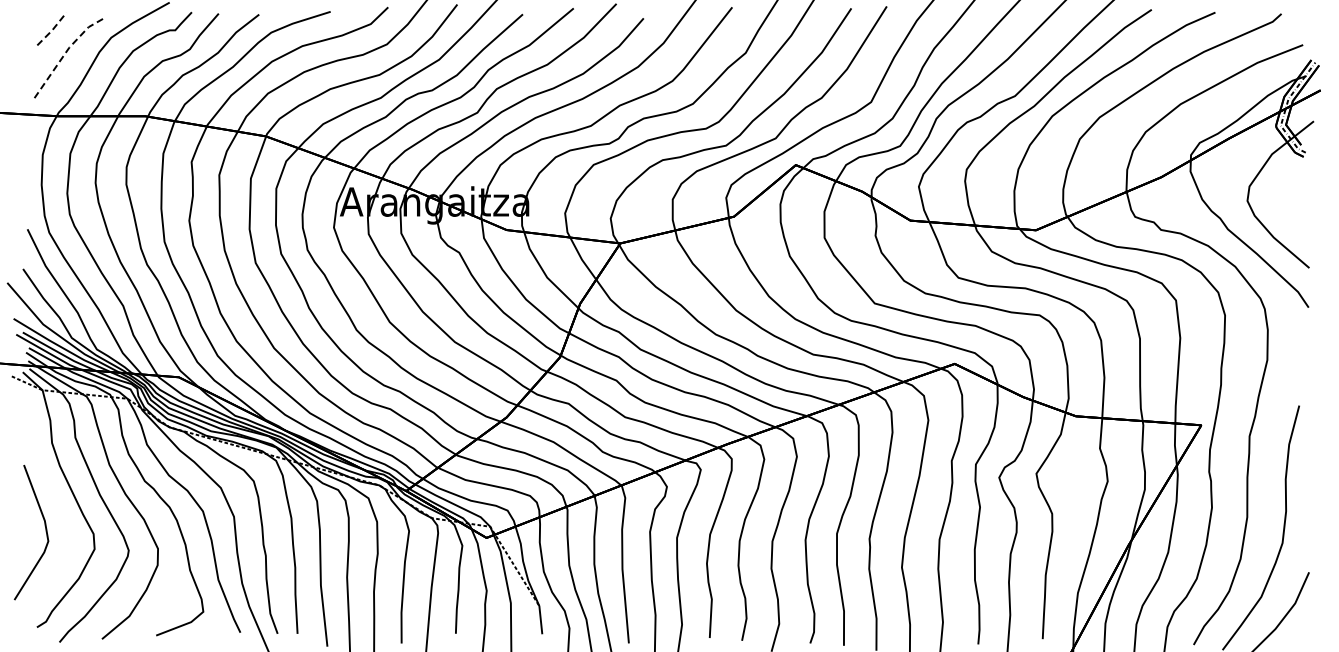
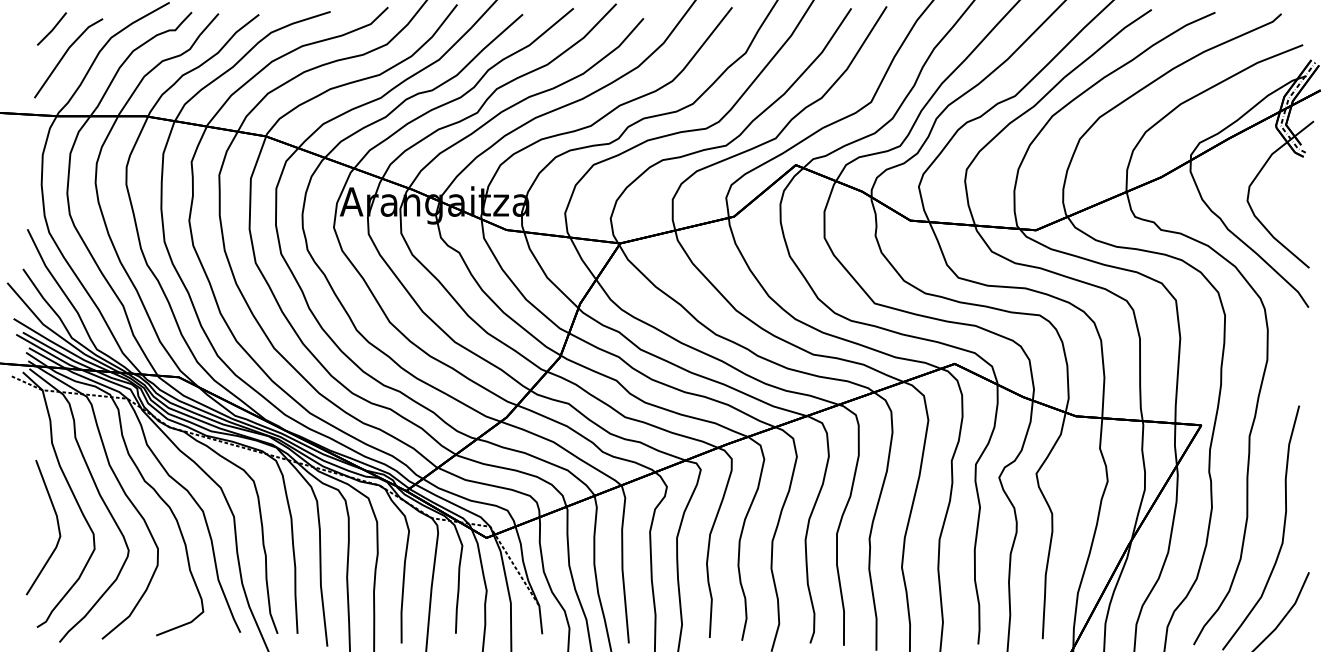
line at (52, 30): dashed -> solid
line at (65, 53): dashed -> solid
line at (45, 531) position: (45, 531) -> (57, 526)
